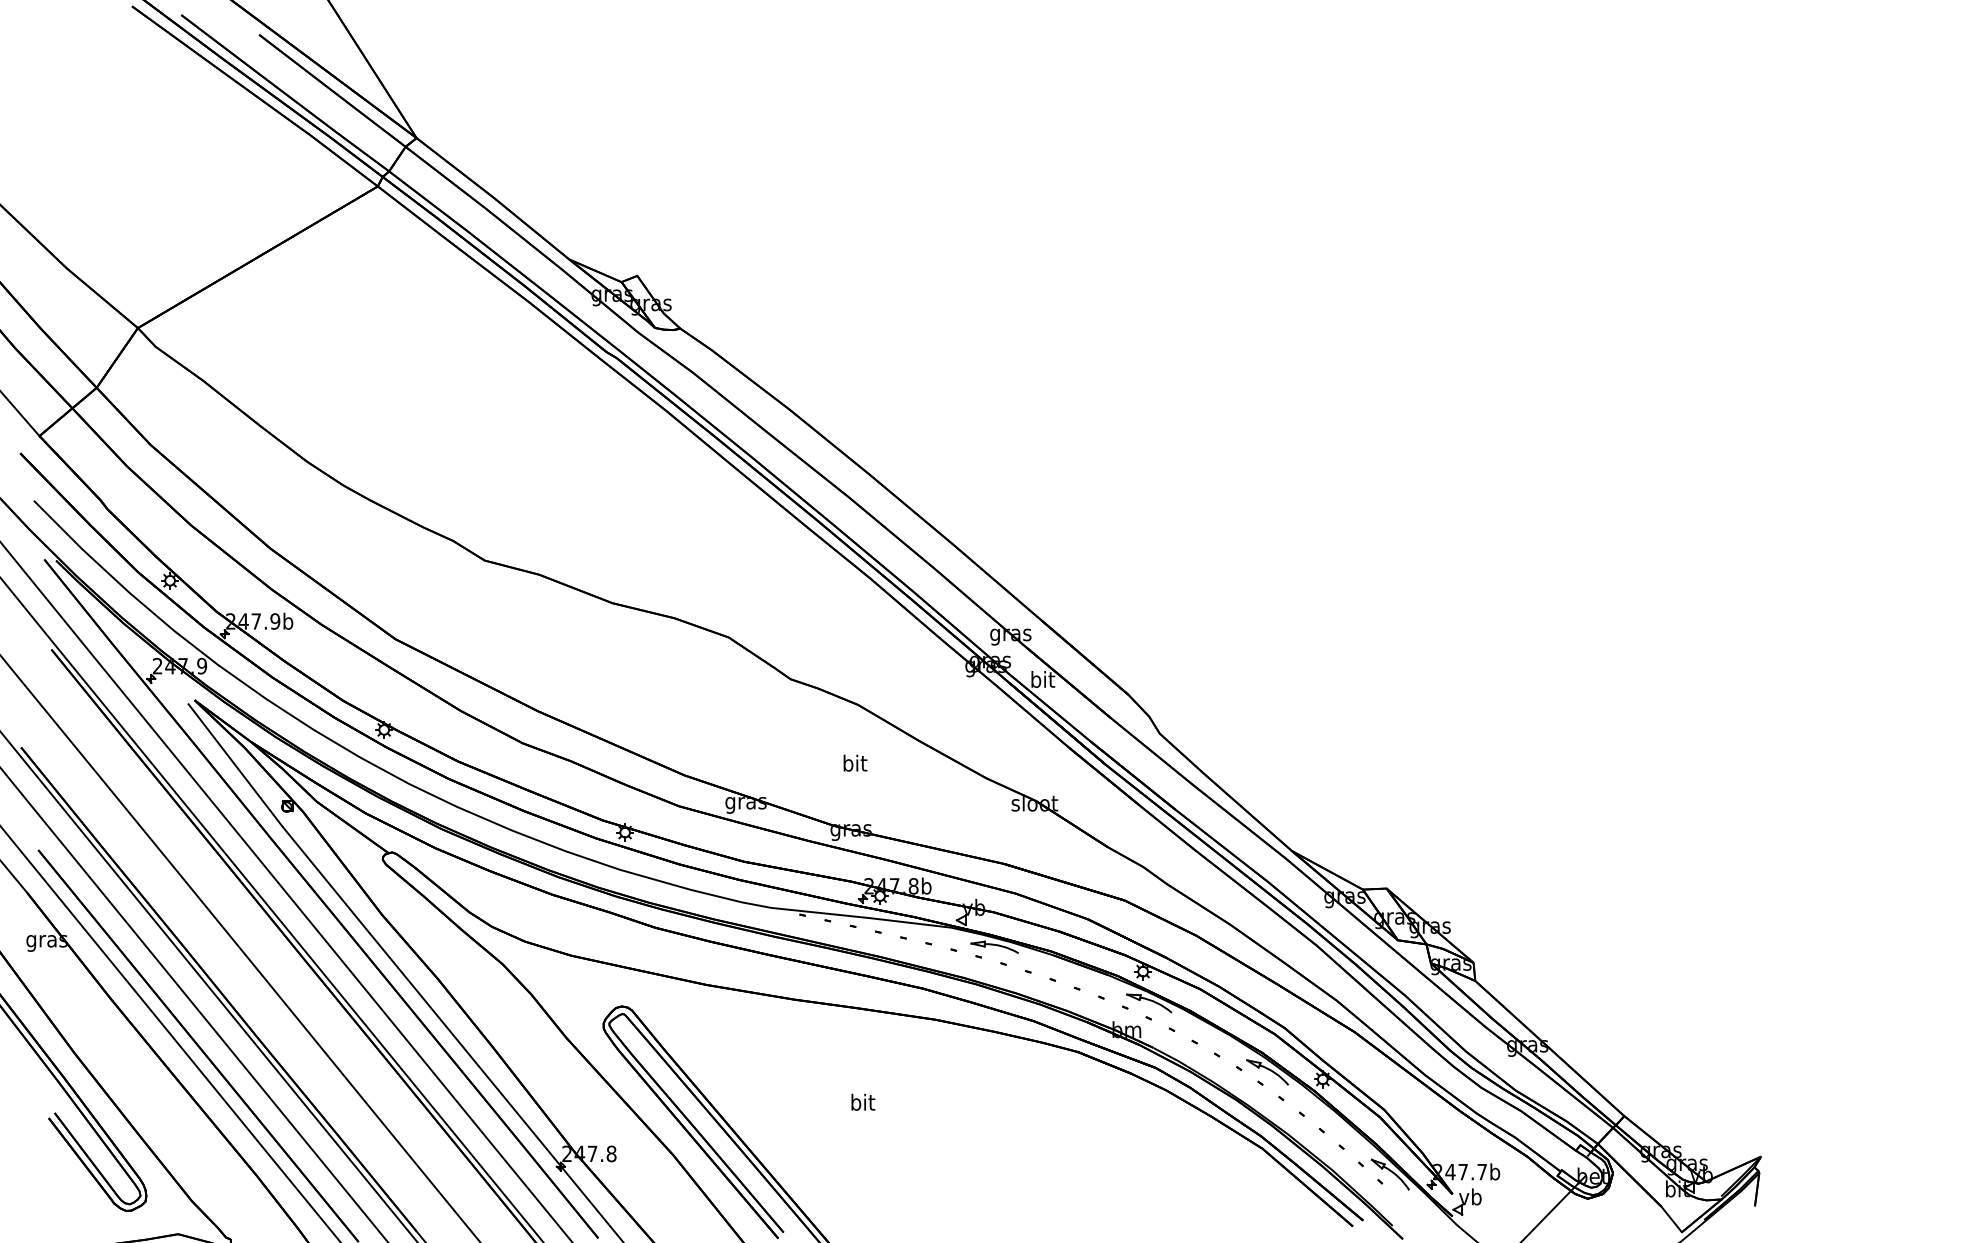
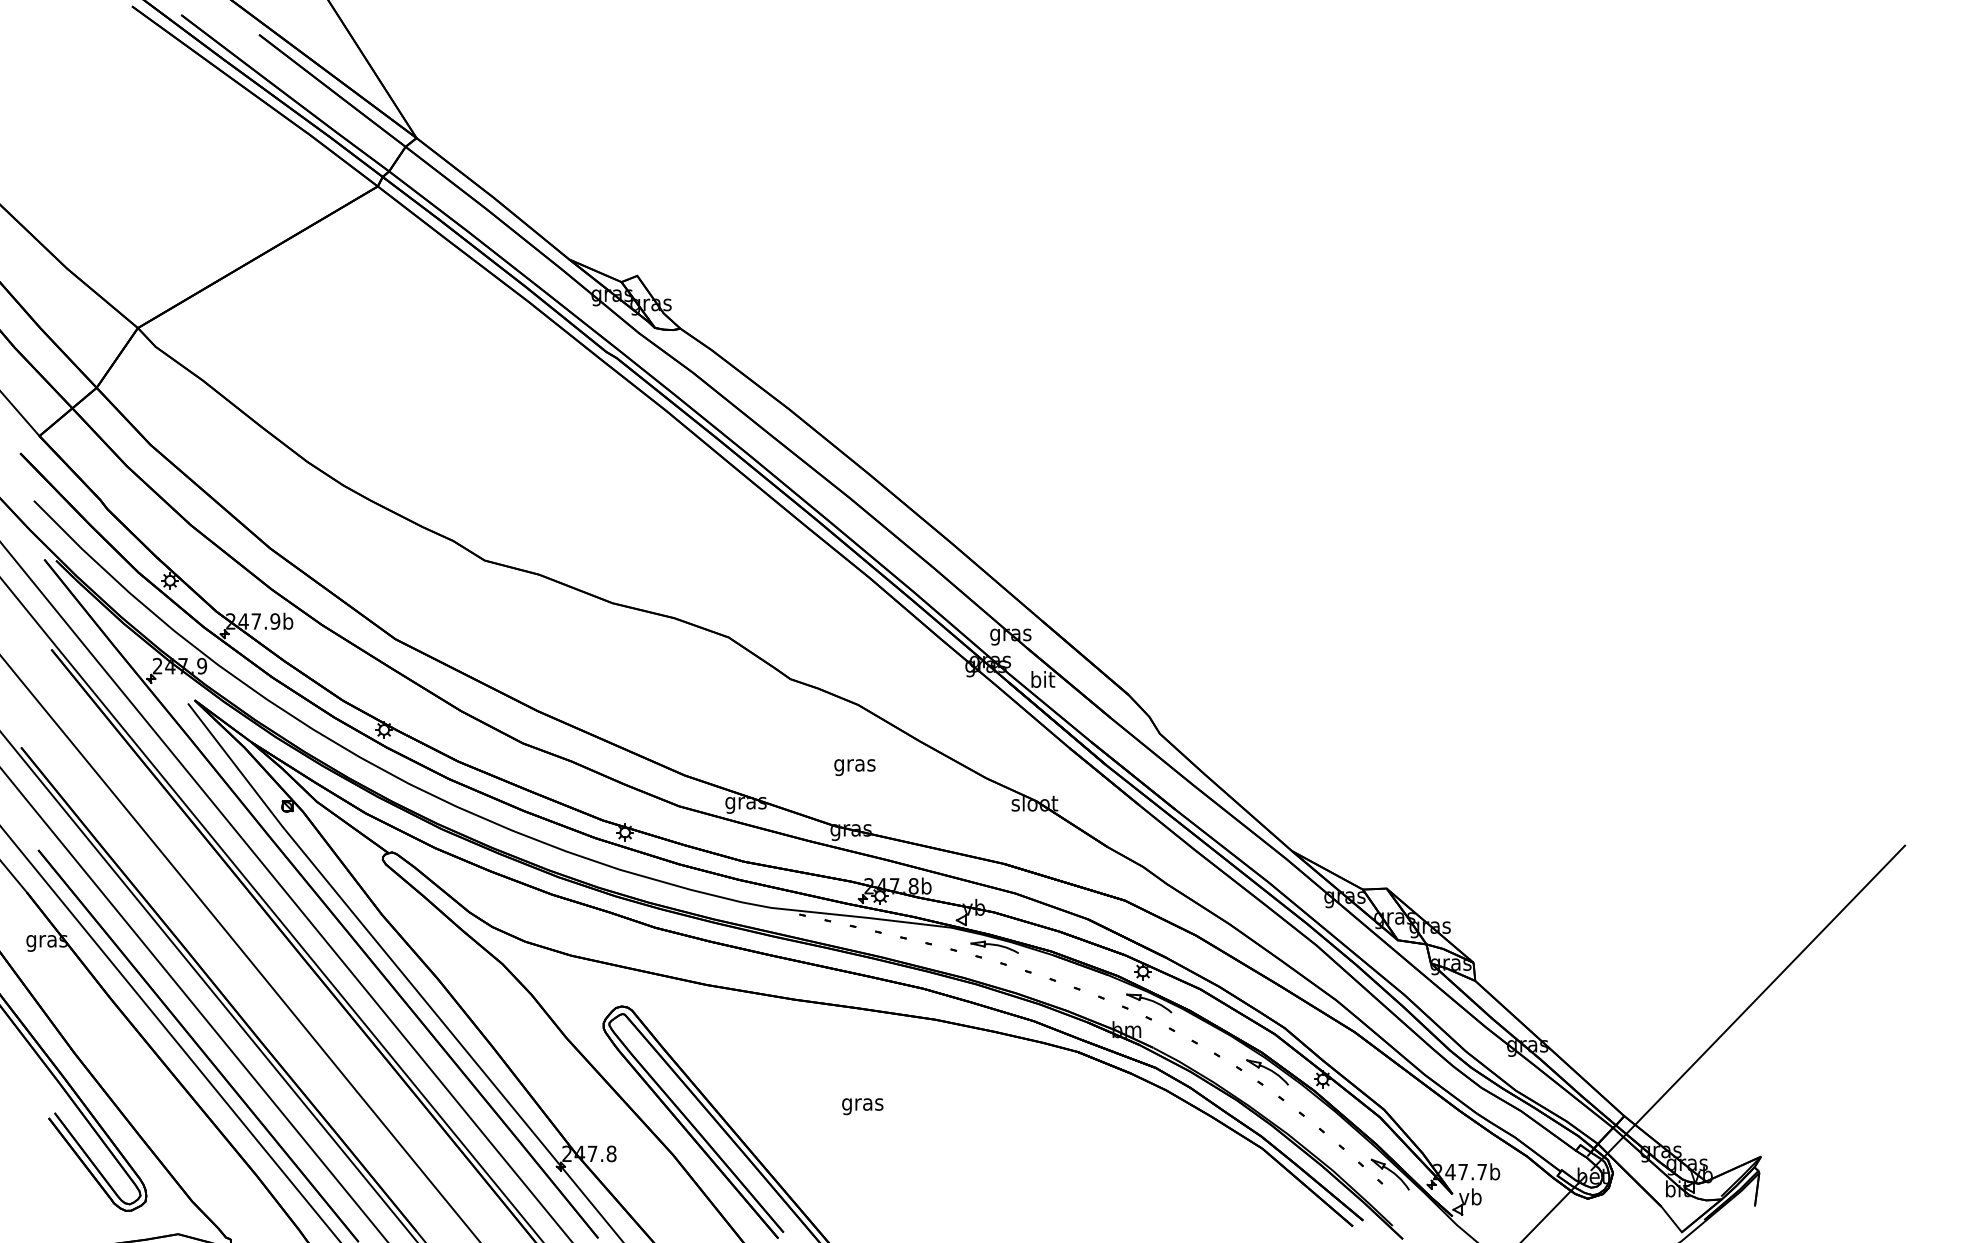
text at (854, 765): bit -> gras
line at (1748, 1007): none -> present
text at (862, 1104): bit -> gras
